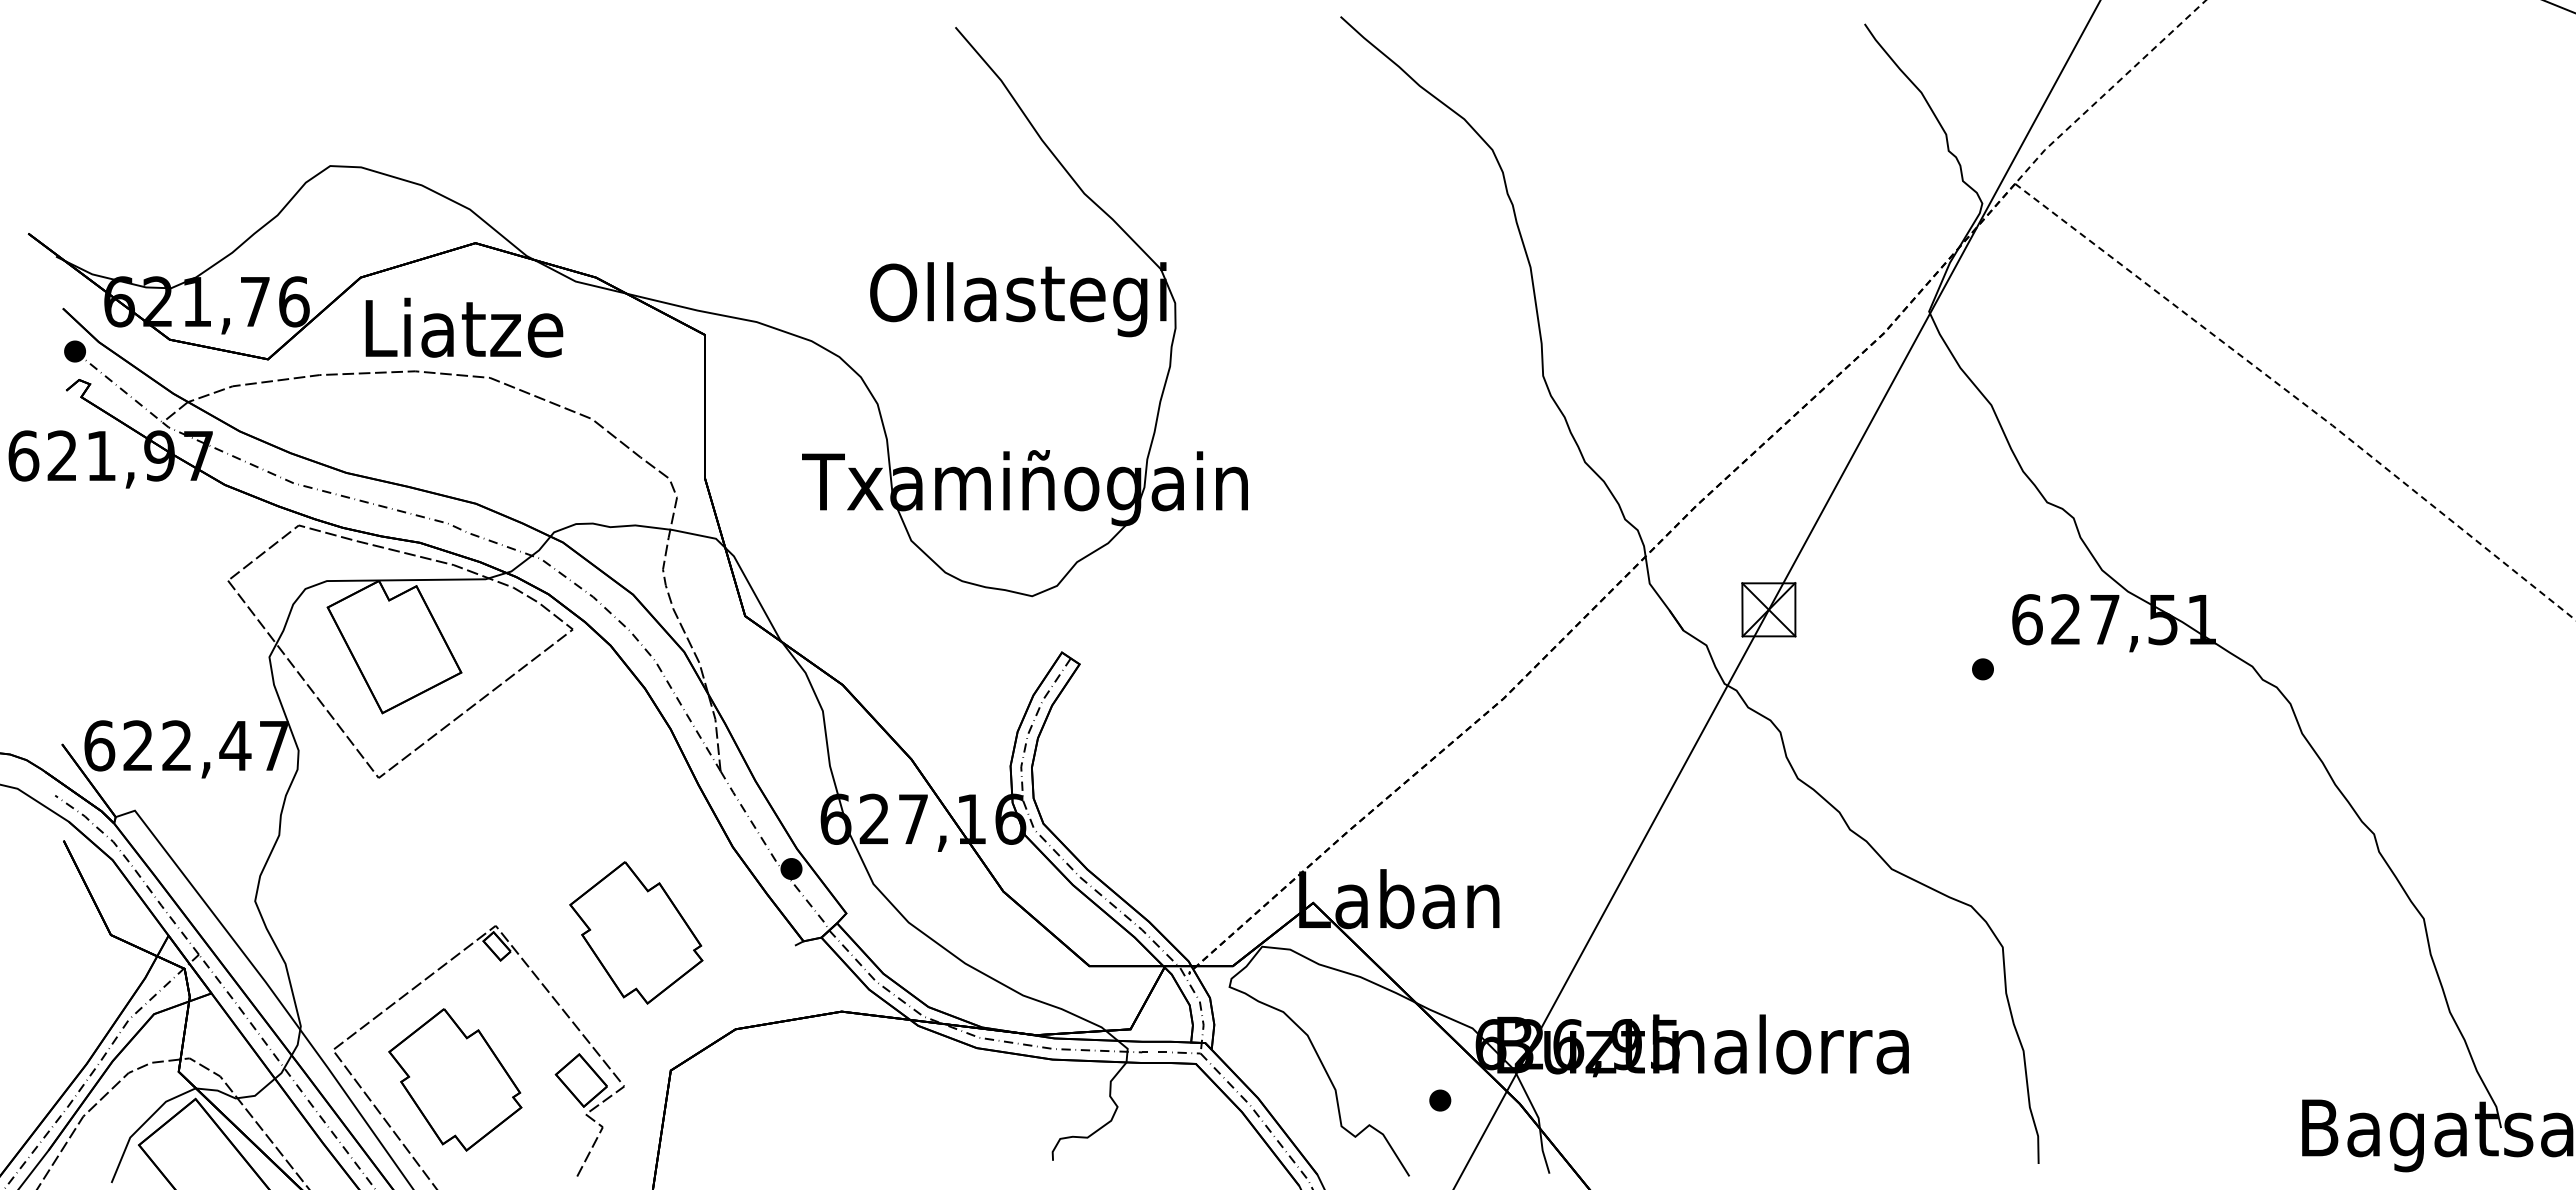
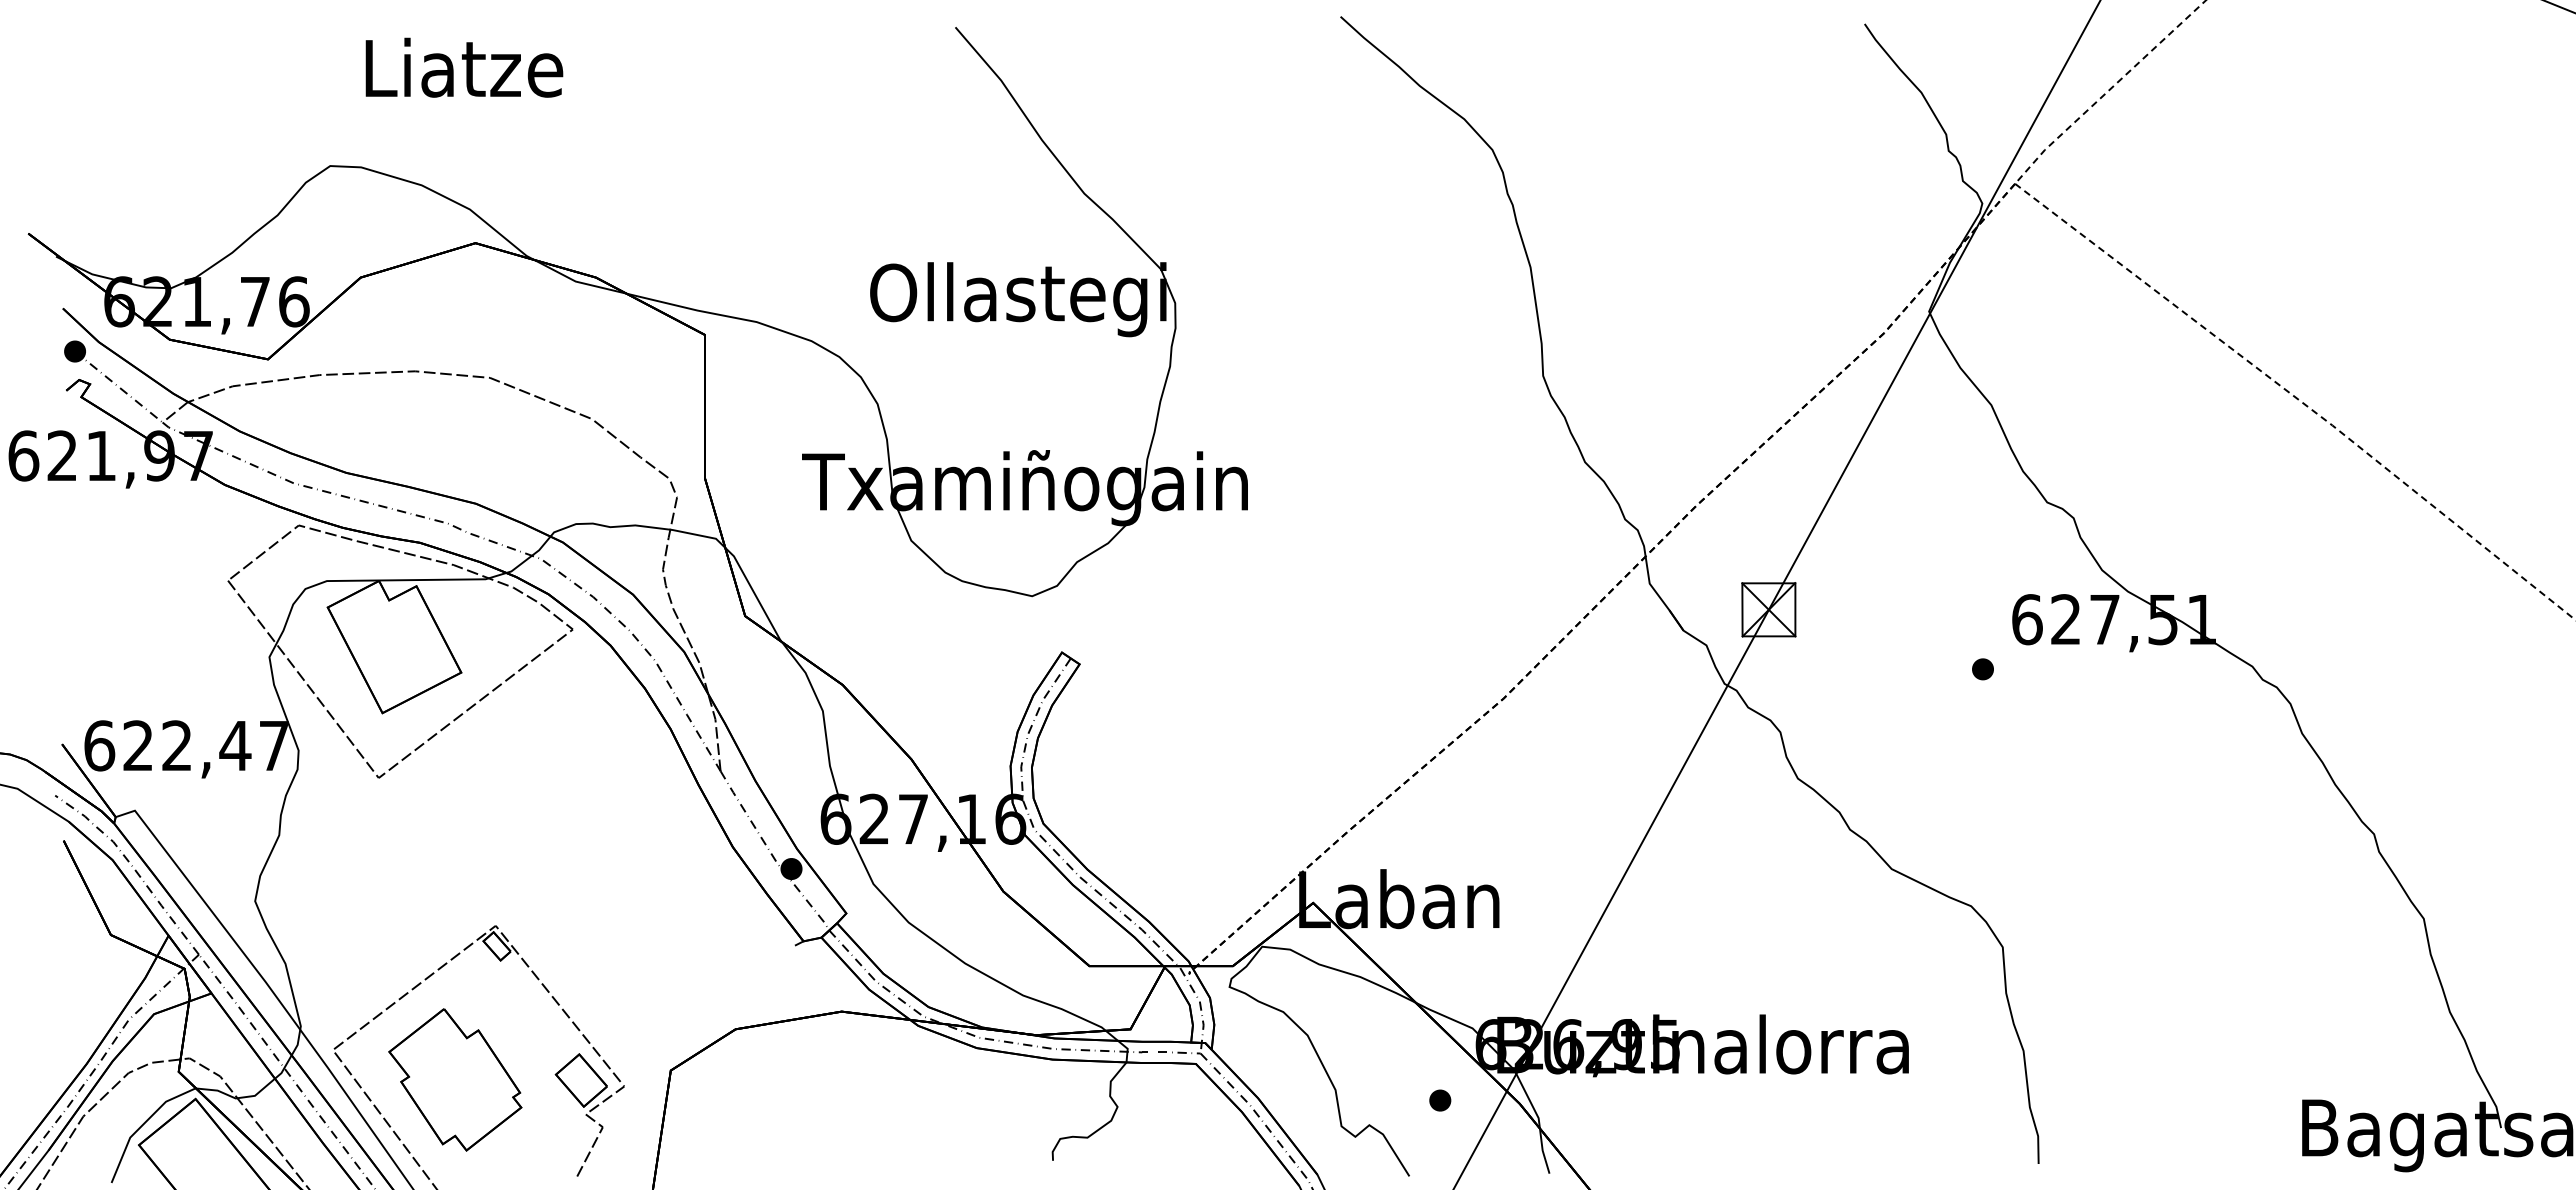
text at (464, 327) position: (464, 327) -> (464, 67)
part at (636, 932): present -> none
